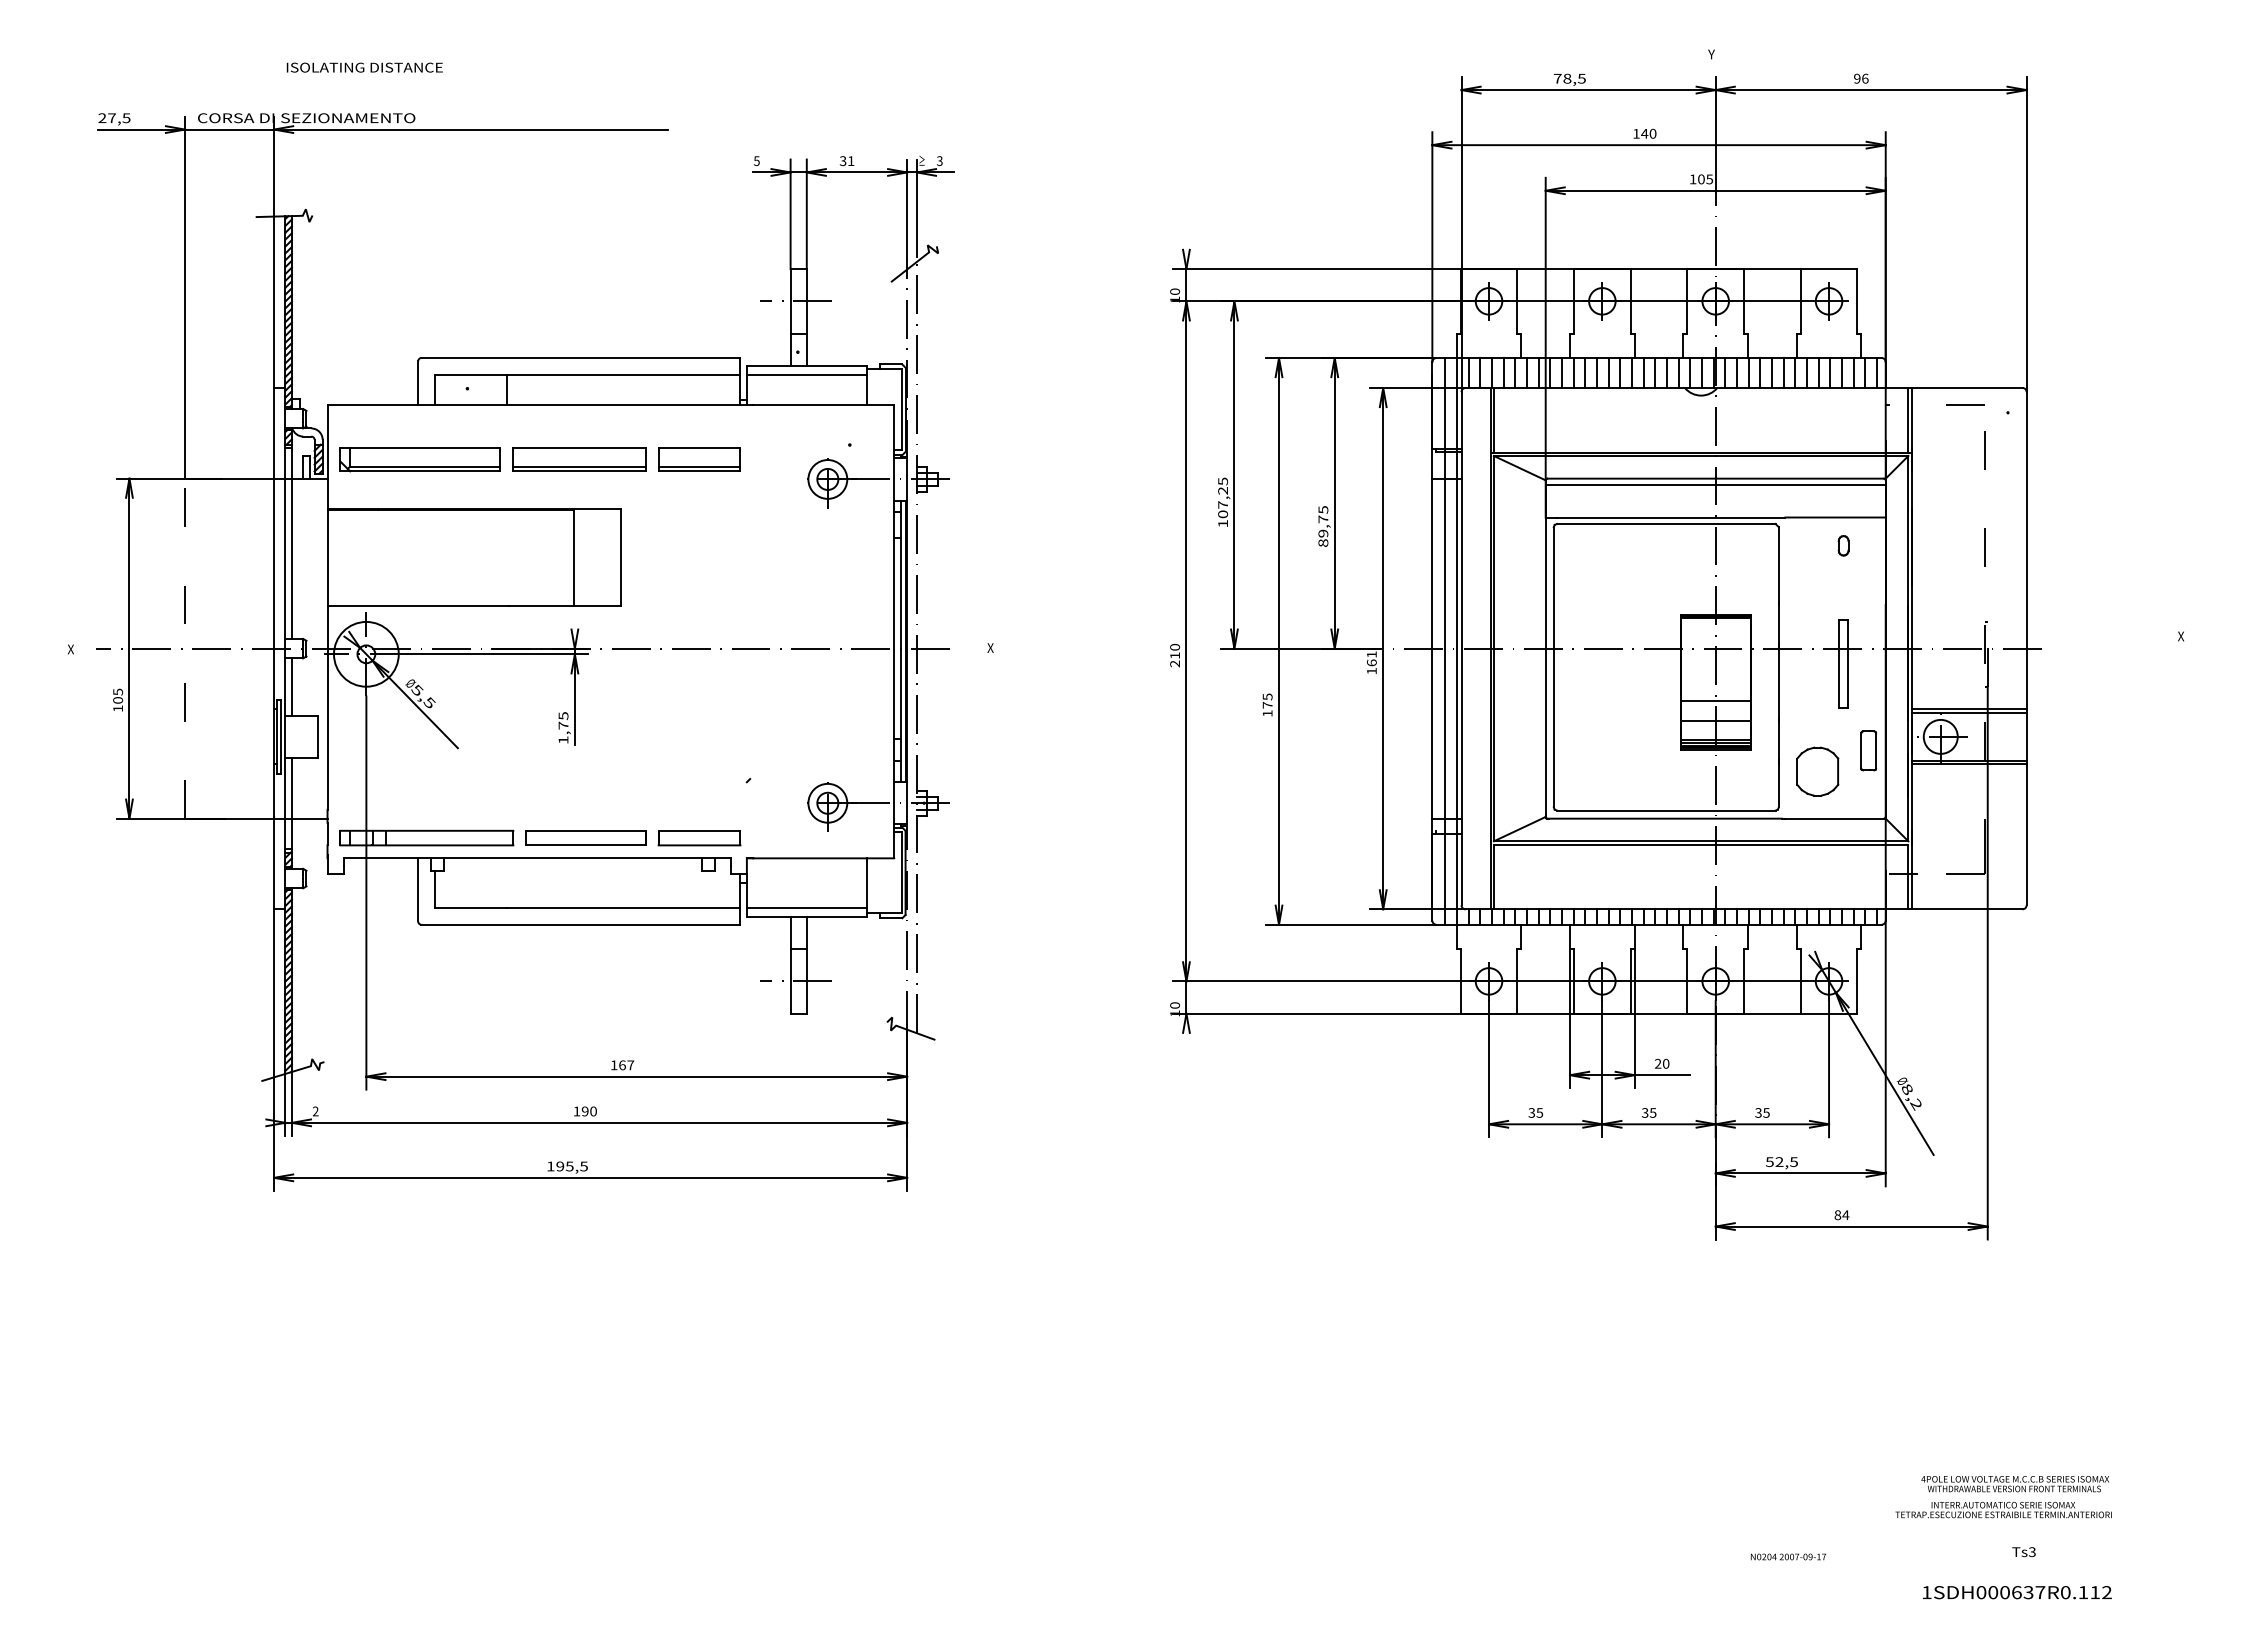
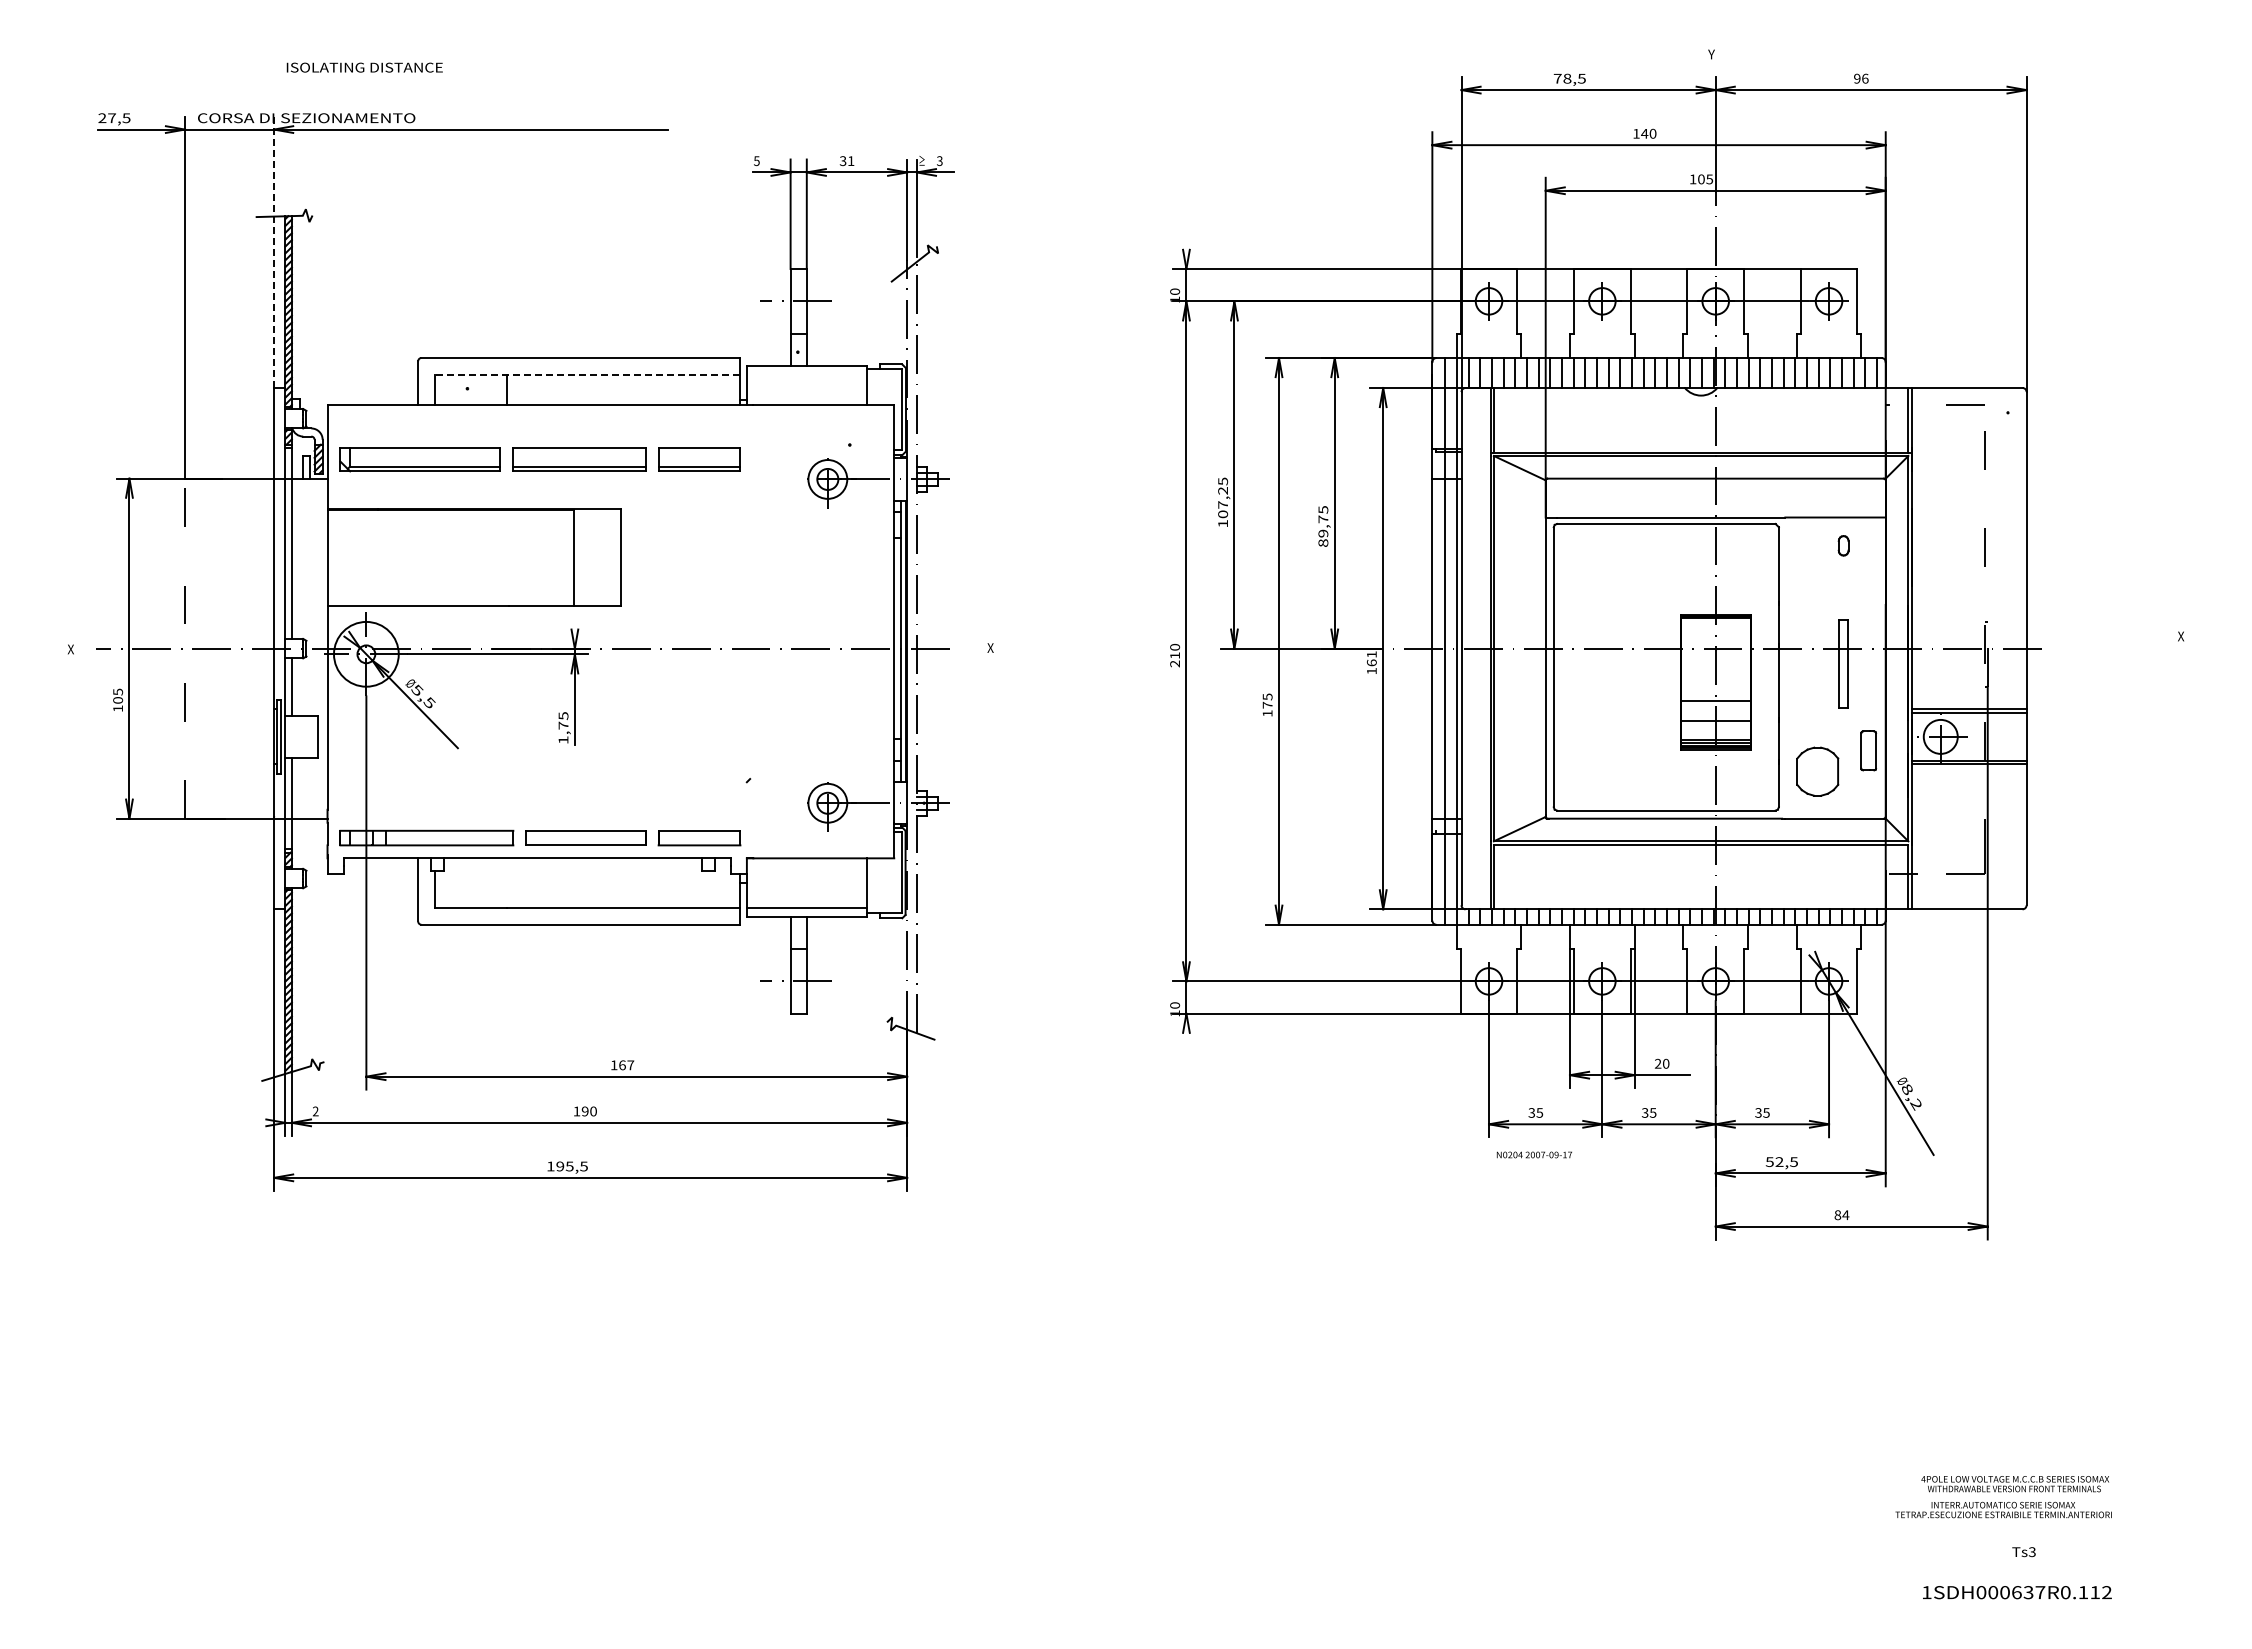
line at (274, 252): solid -> dashed
line at (587, 375): solid -> dashed
line at (806, 375): present -> none
line at (1715, 485): present -> none
text at (1787, 1556) position: (1787, 1556) -> (1533, 1154)
